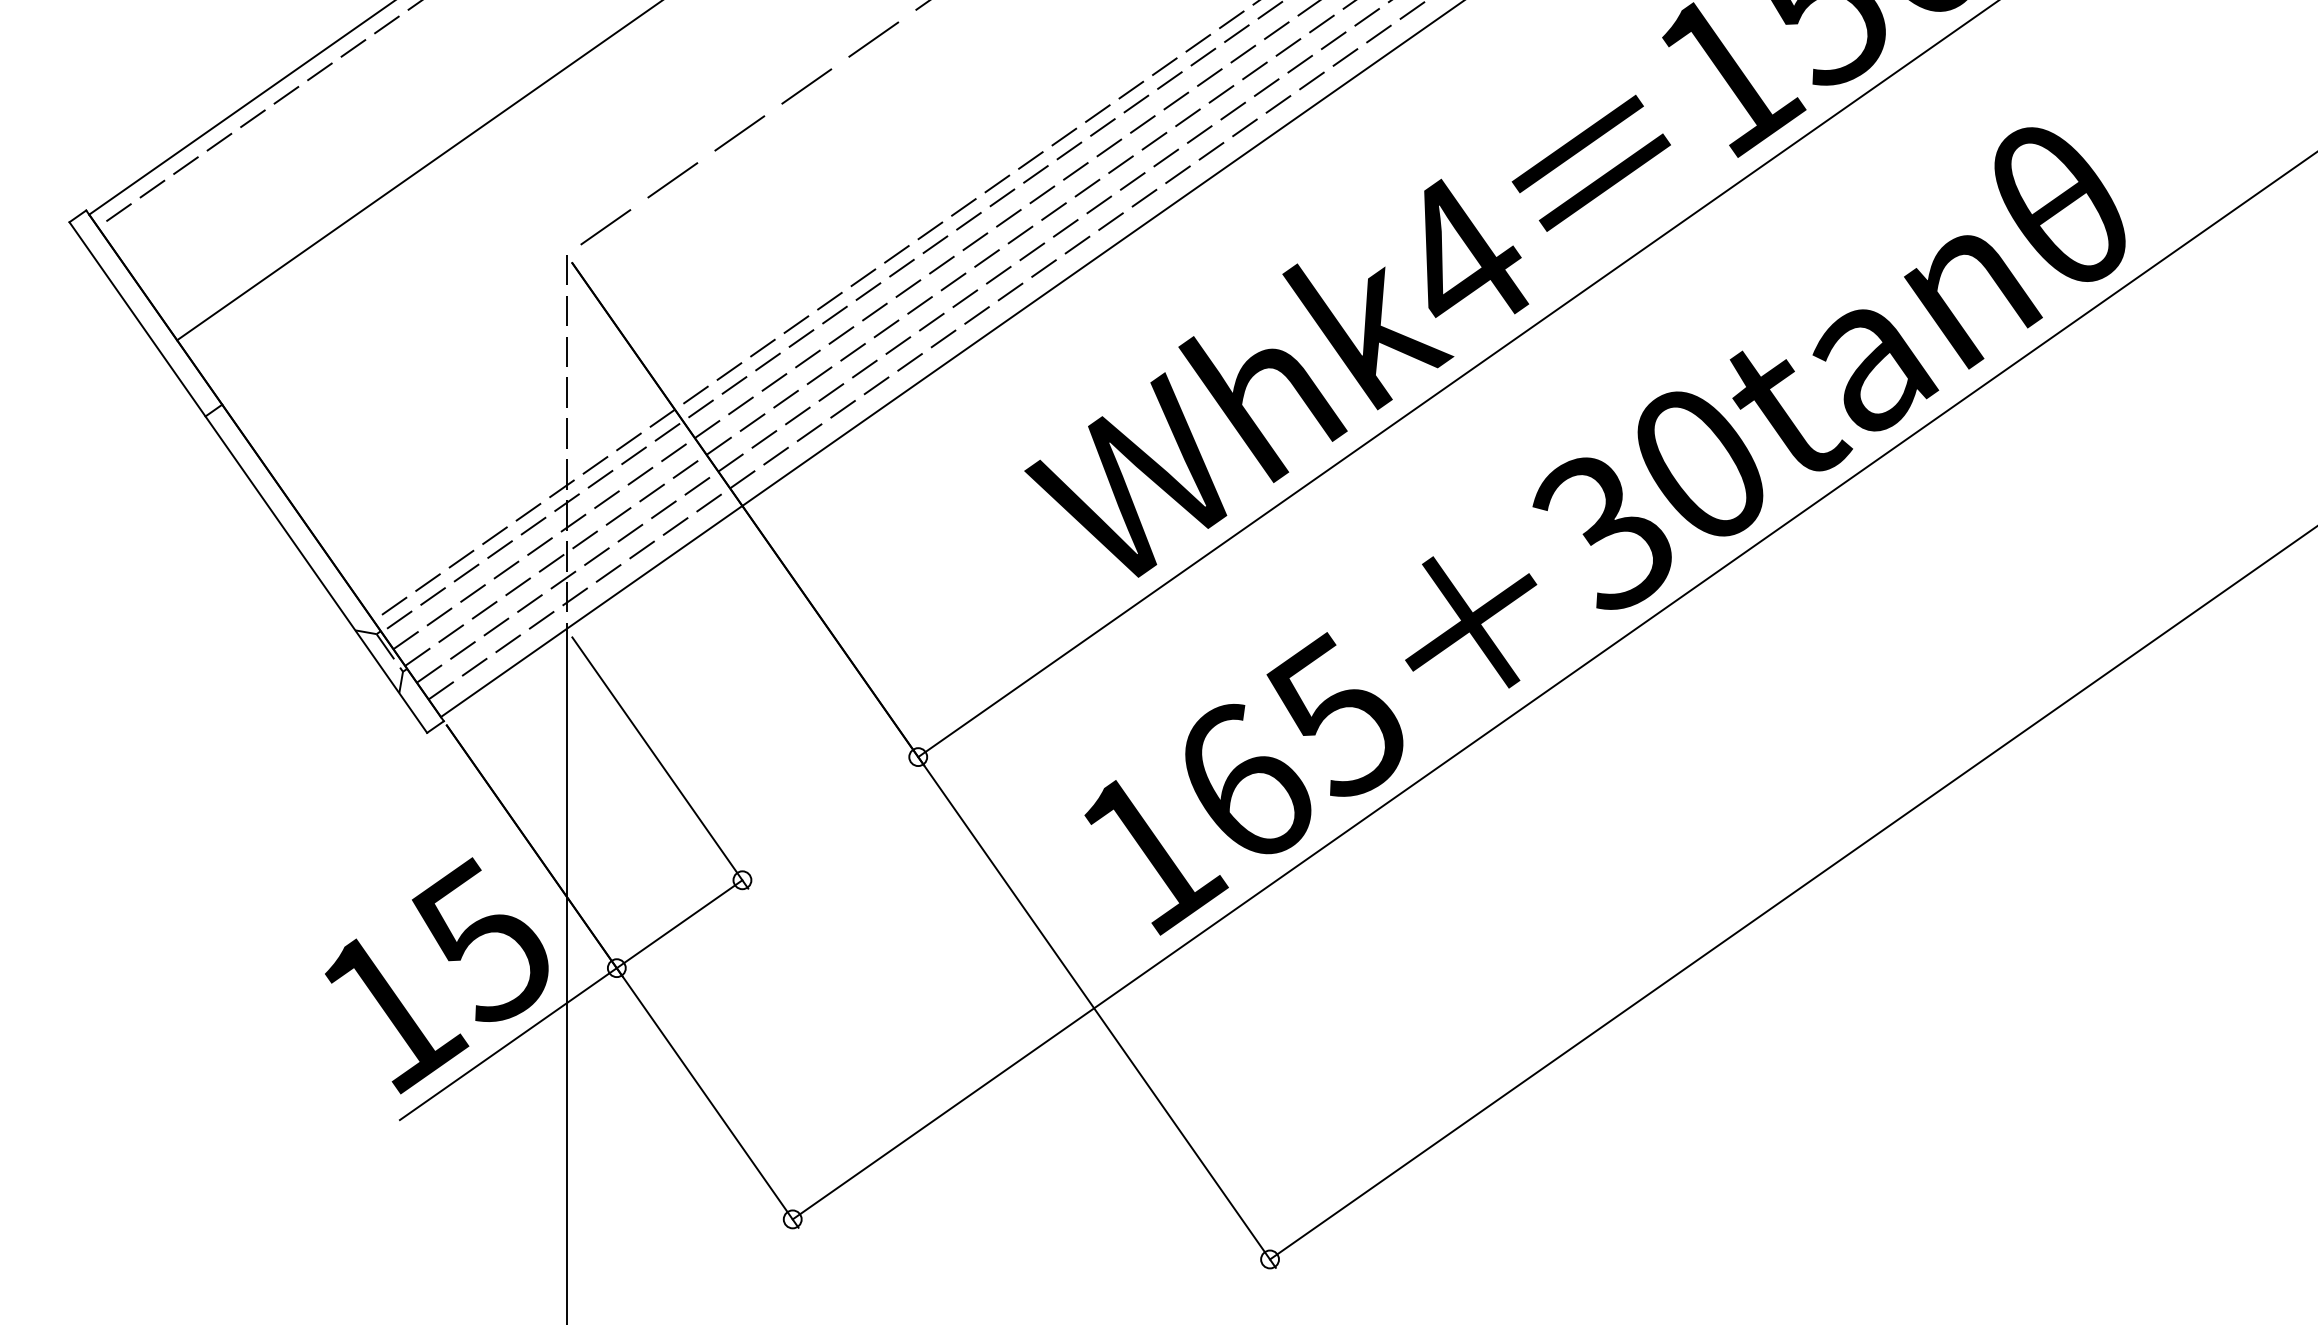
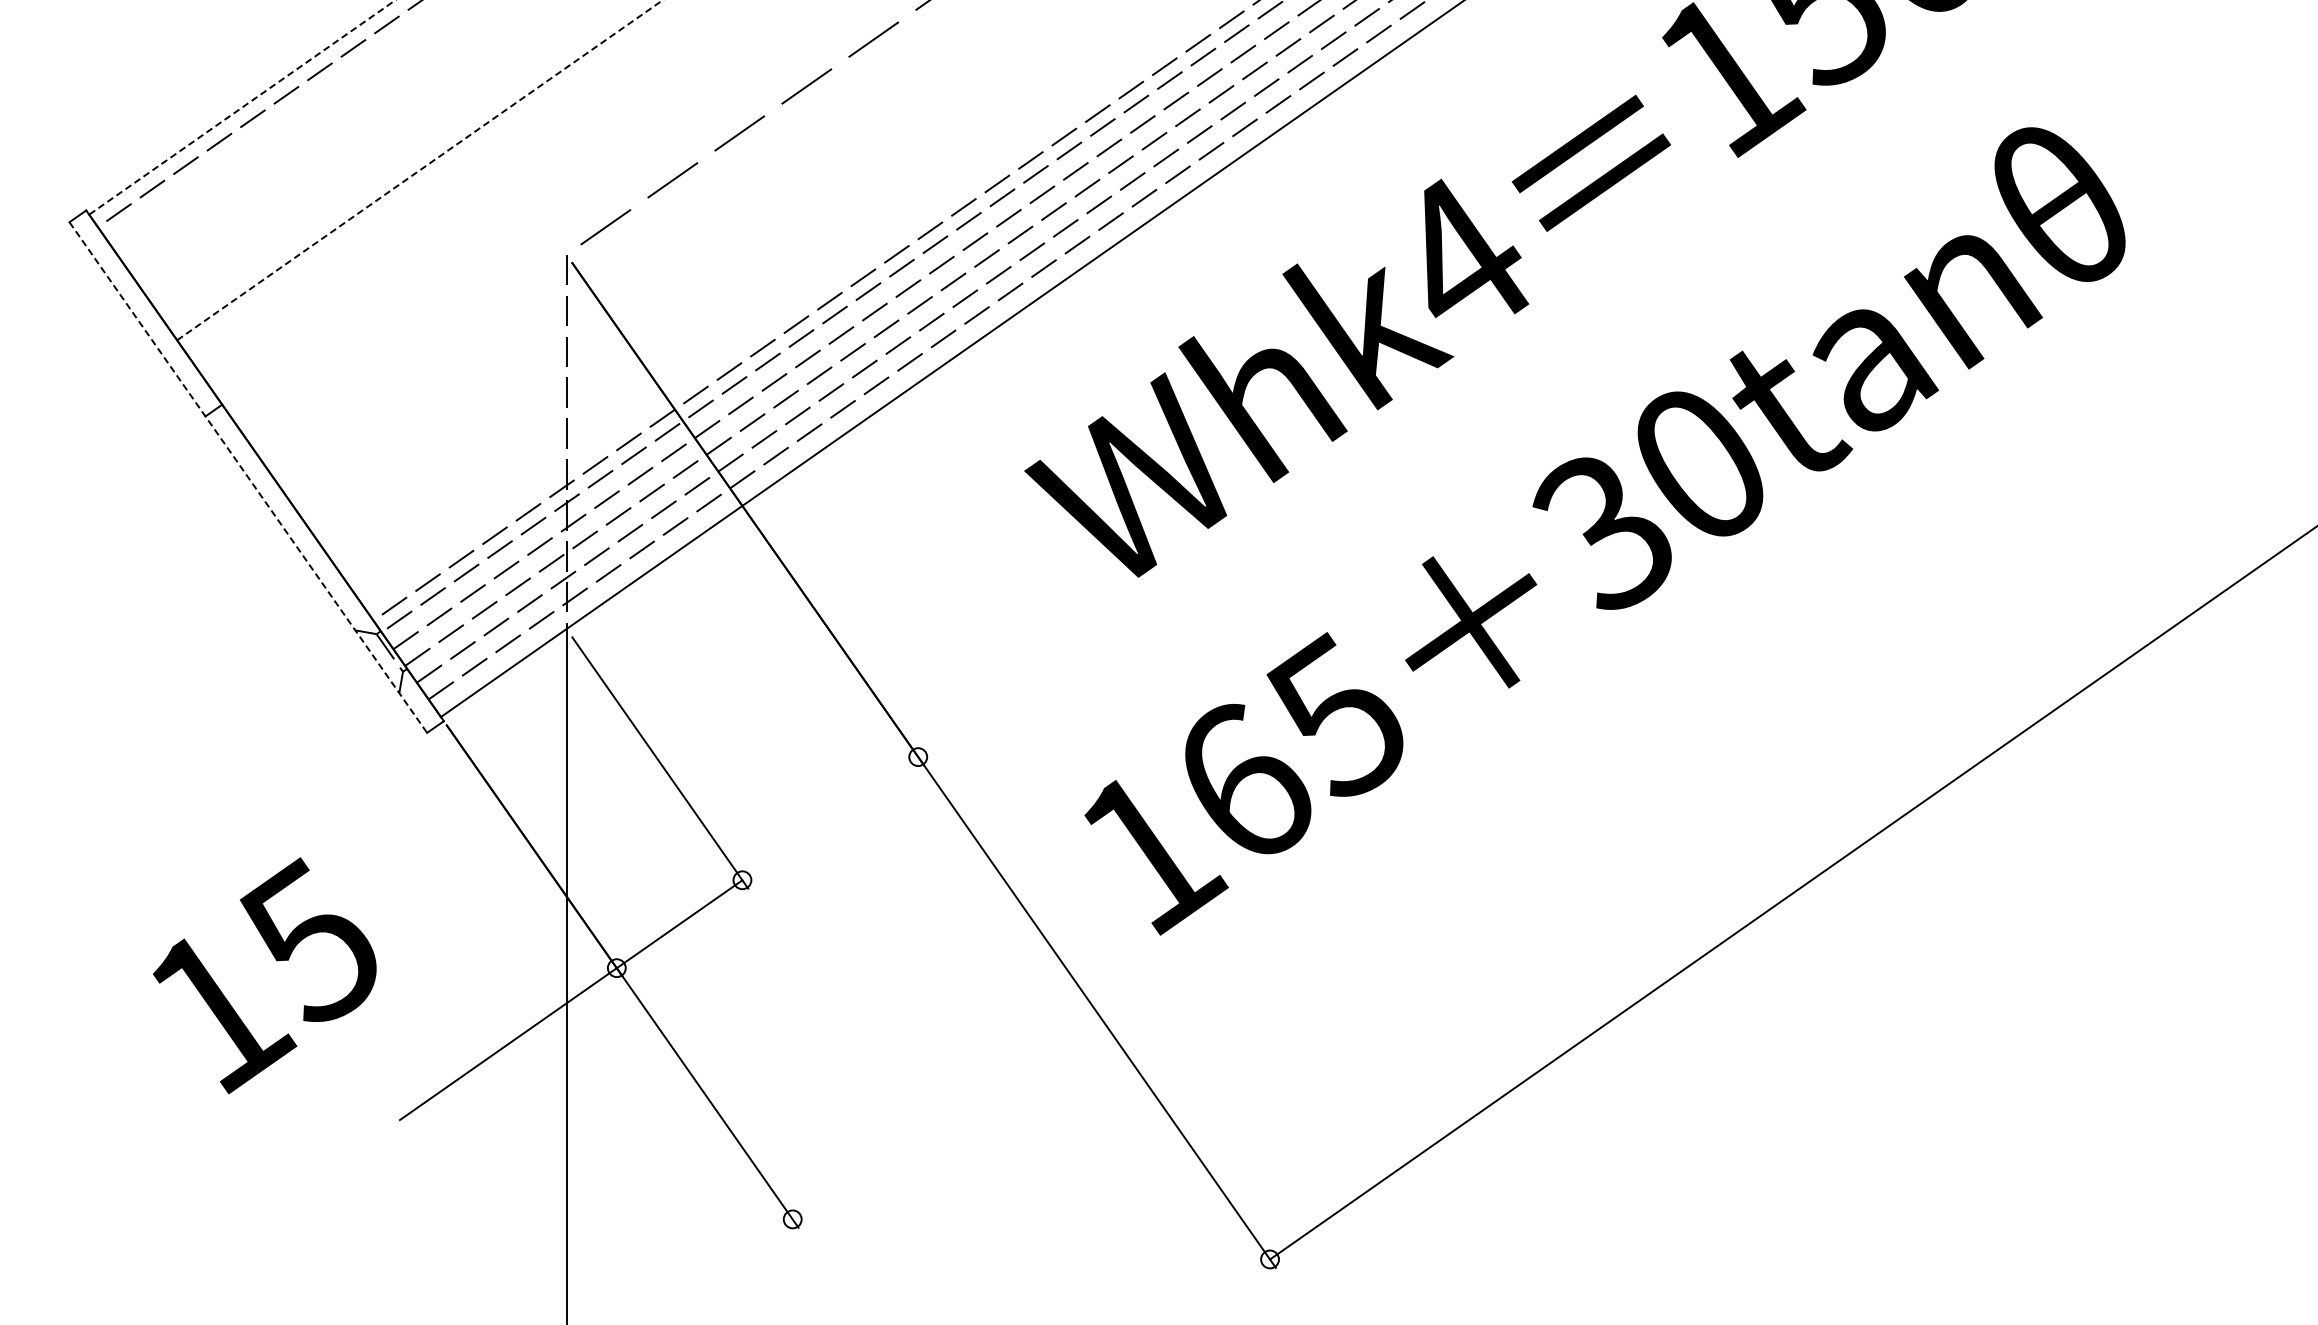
line at (242, 107): solid -> dashed
line at (420, 169): solid -> dashed
line at (1457, 379): present -> none
line at (248, 477): solid -> dashed
line at (1553, 686): present -> none
text at (436, 975) position: (436, 975) -> (264, 975)
